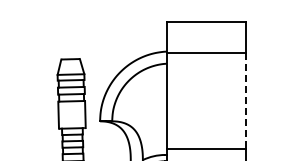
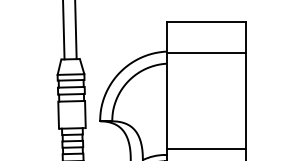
line at (63, 30): none -> present
line at (75, 30): none -> present
line at (246, 101): dashed -> solid
